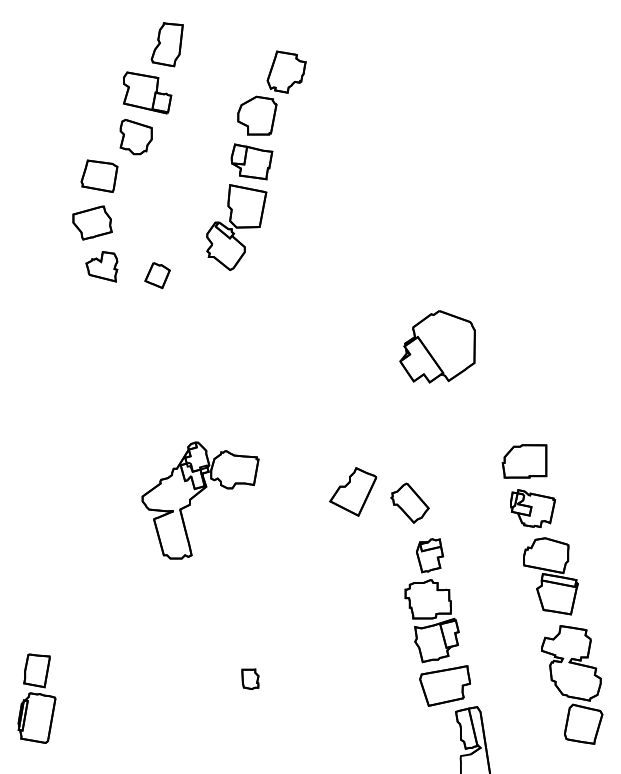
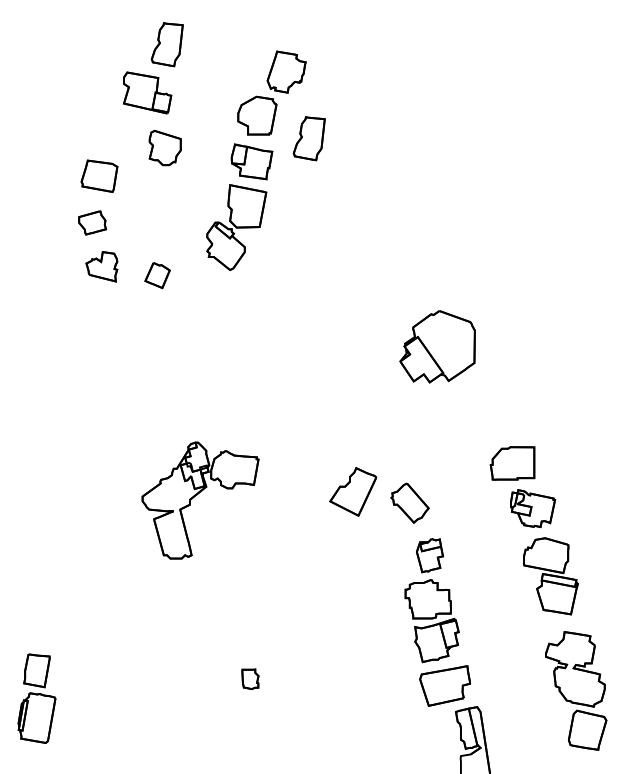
part at (135, 136) position: (135, 136) -> (164, 147)
part at (308, 138): none -> present
part at (92, 222) size: 41x36 px -> 30x26 px
part at (524, 461) position: (524, 461) -> (512, 463)
part at (572, 684) position: (572, 684) -> (576, 690)
